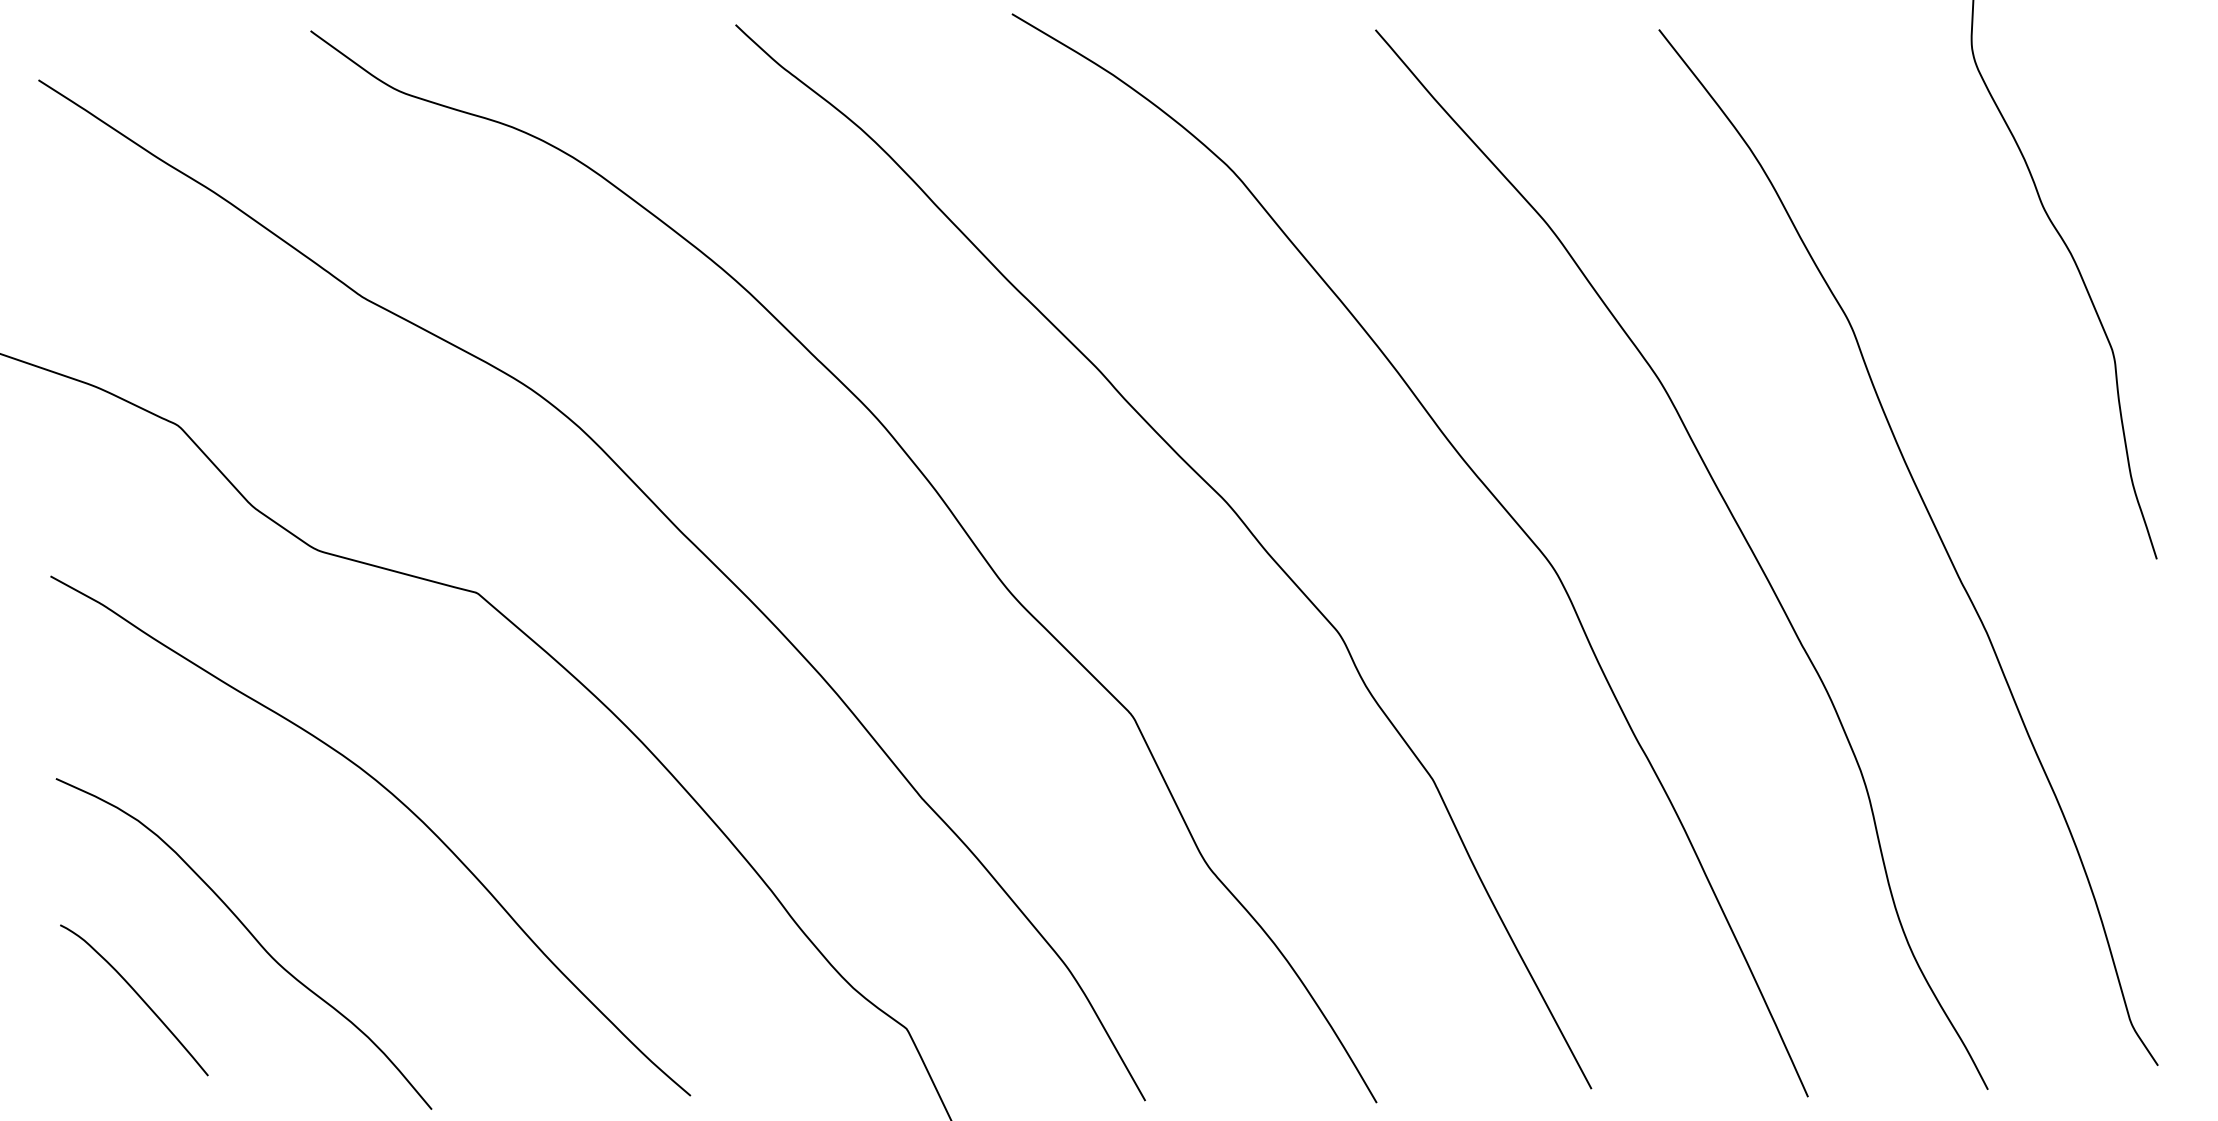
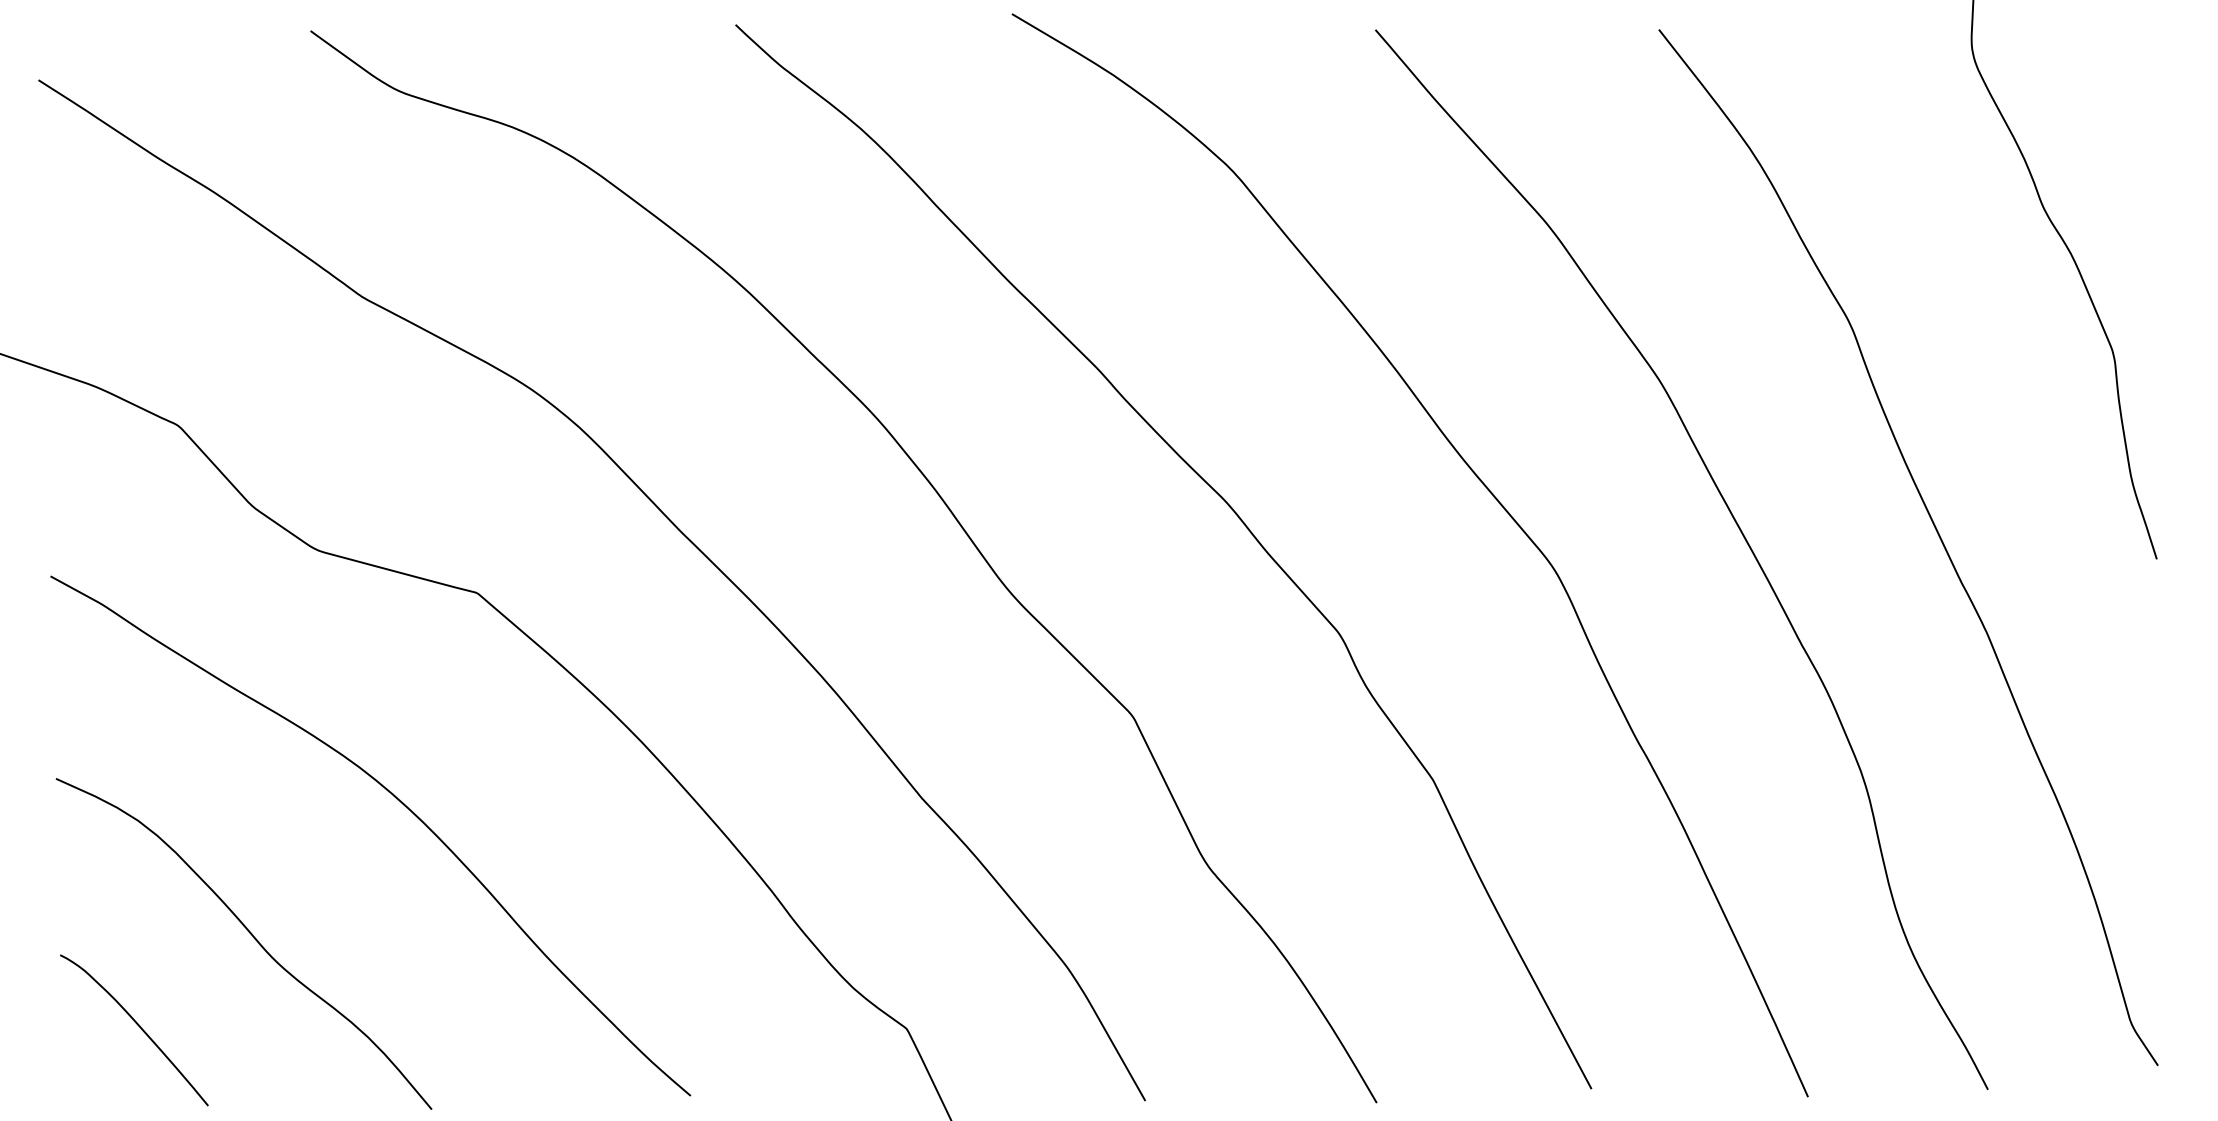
curve at (138, 996) position: (138, 996) -> (138, 1026)
